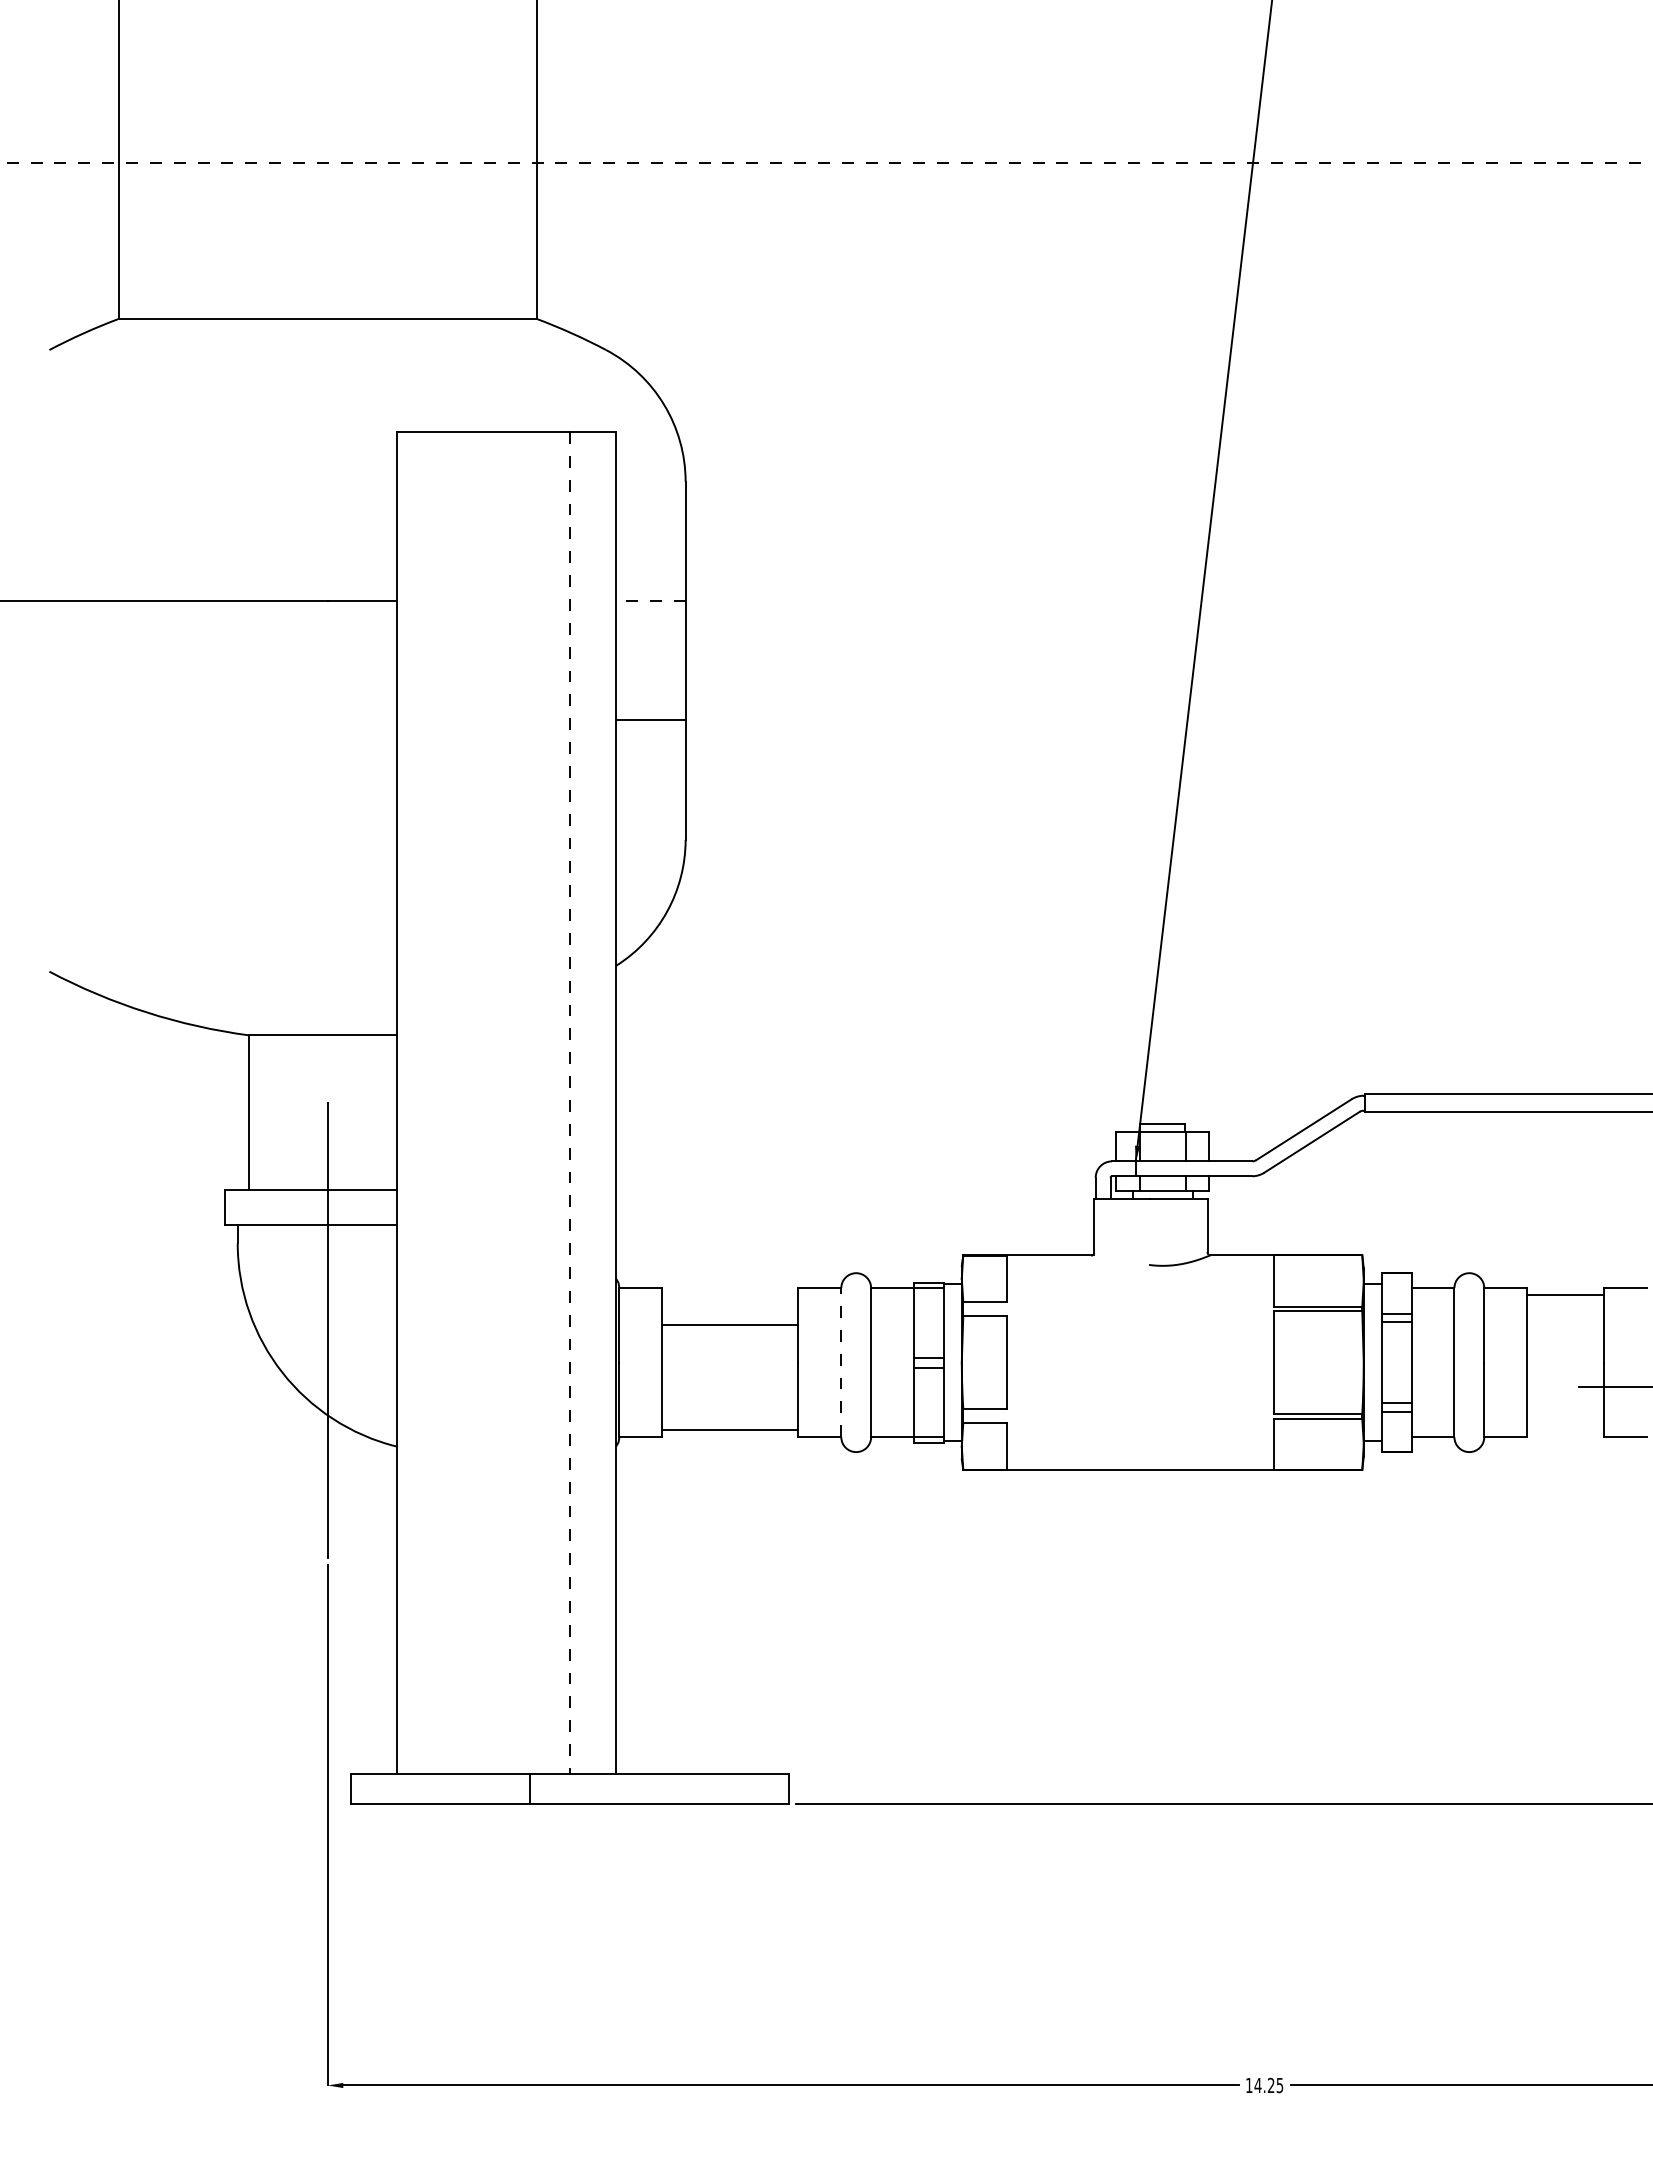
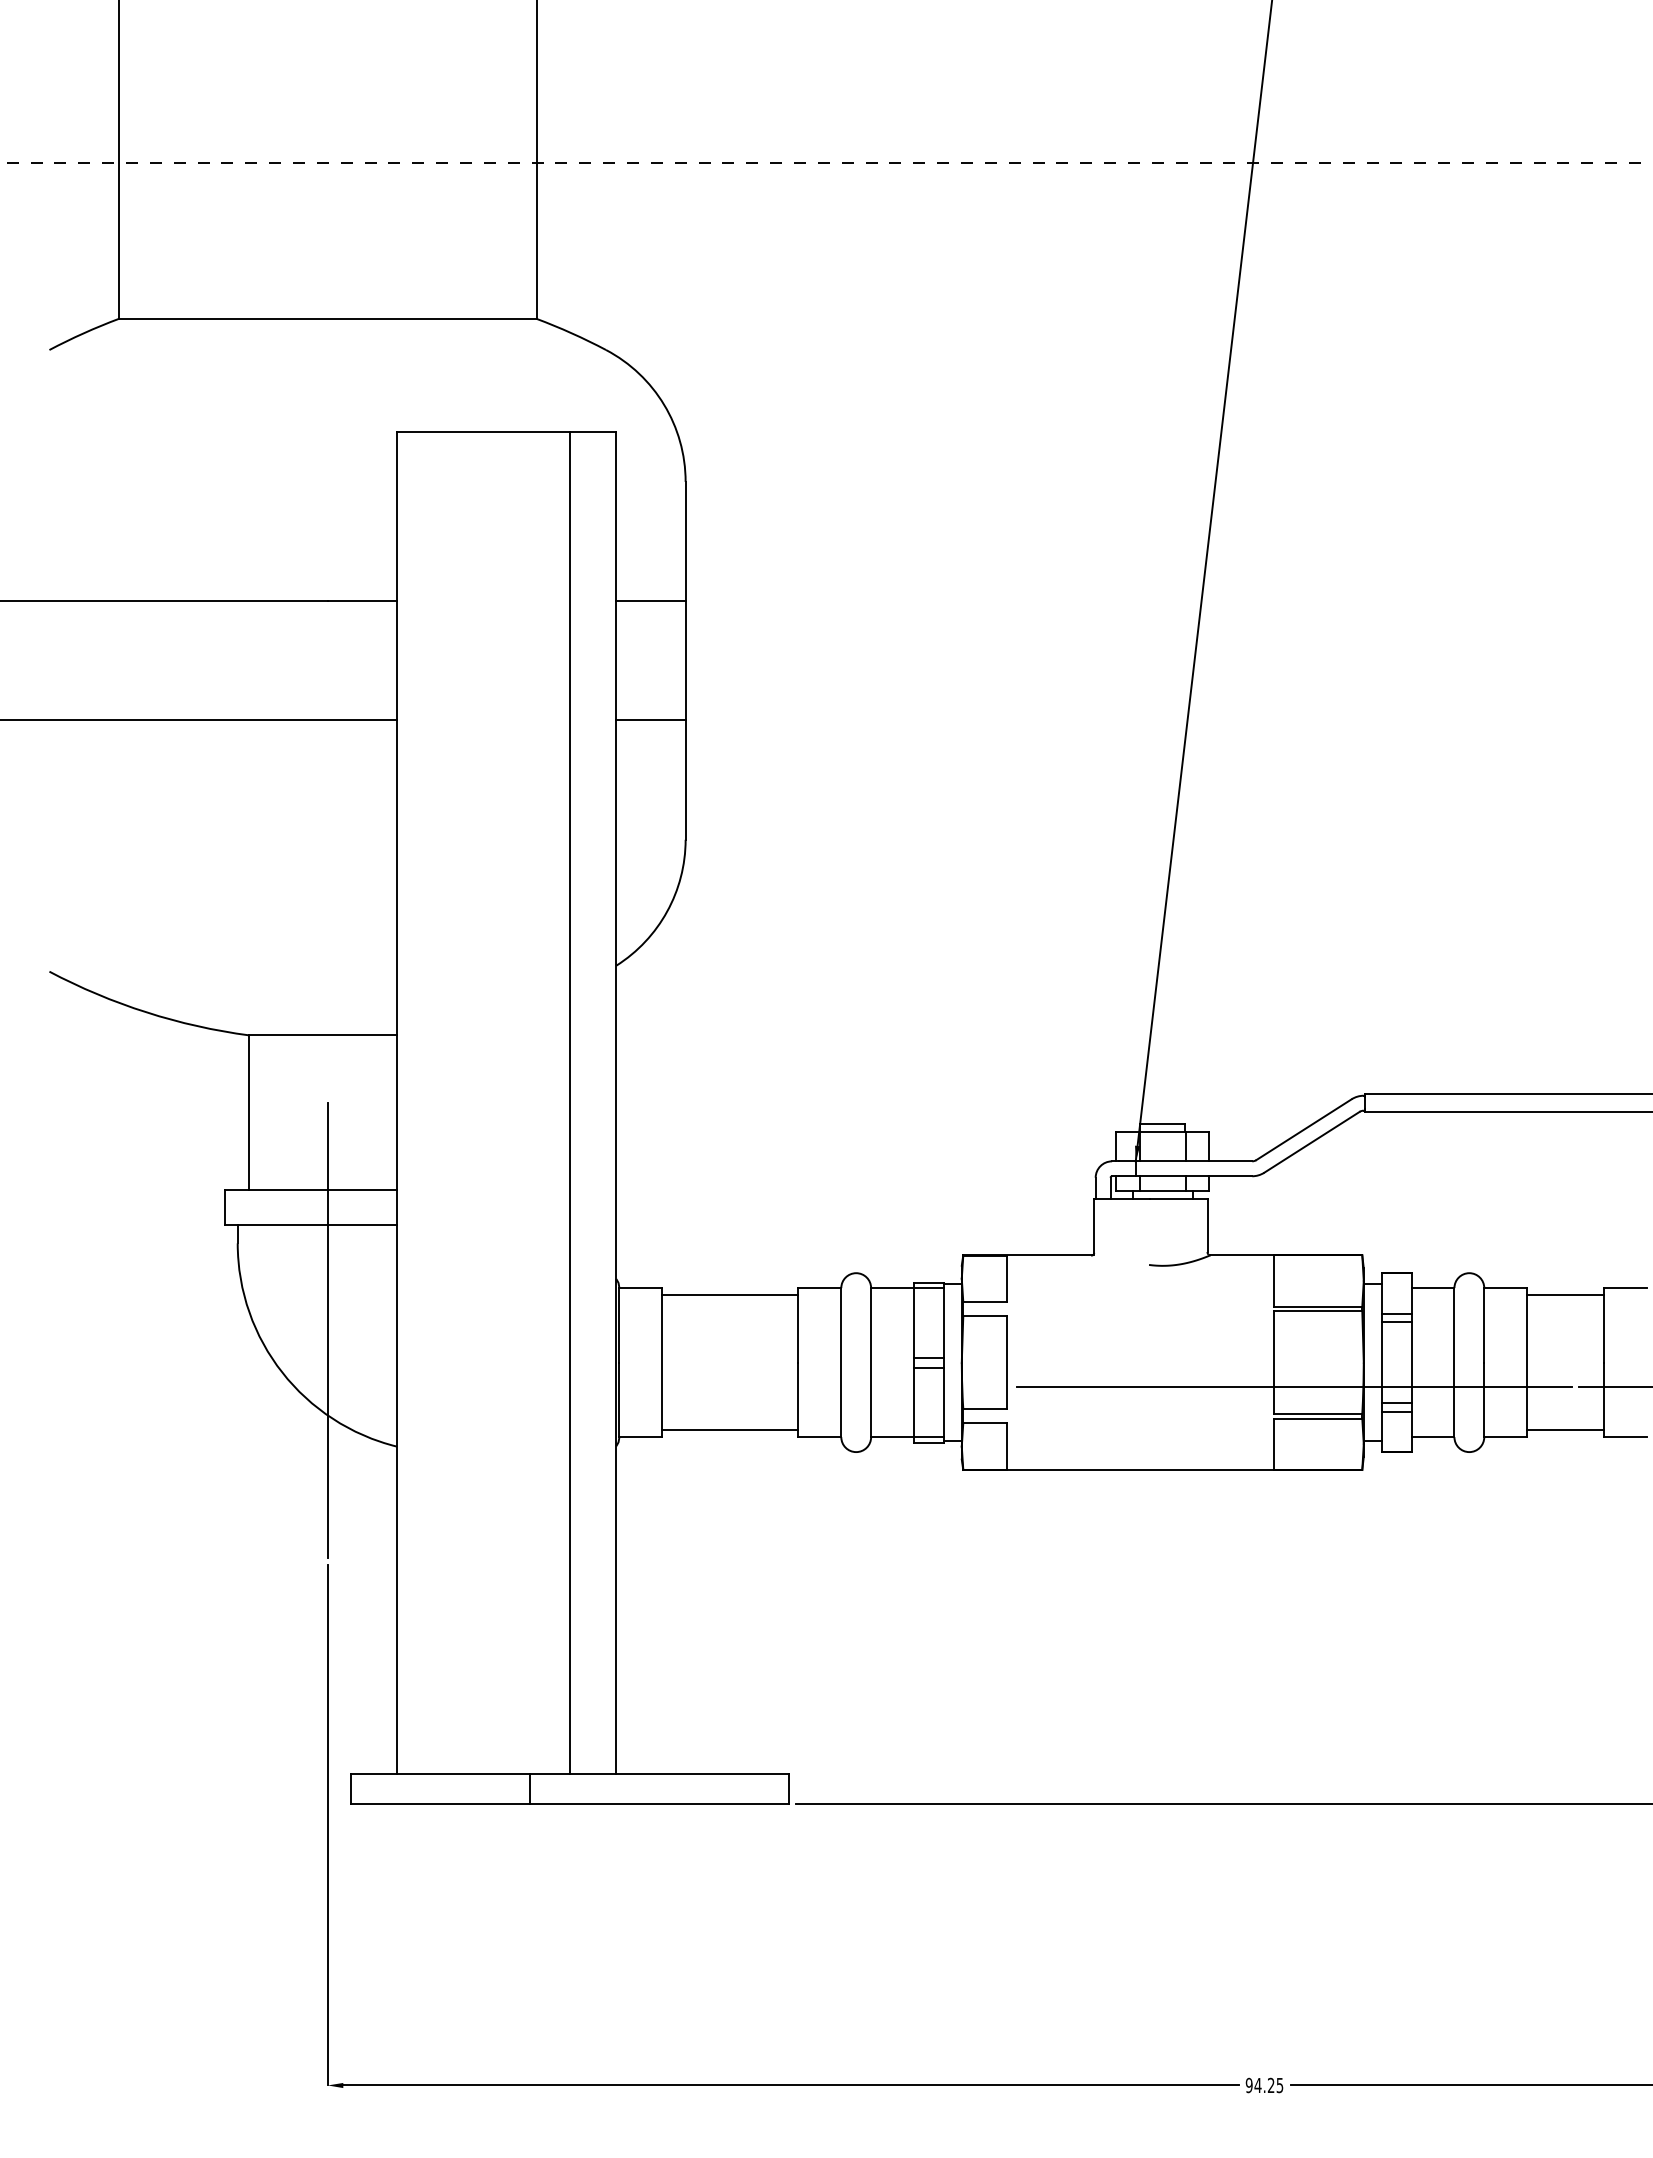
line at (651, 601): dashed -> solid
line at (199, 720): none -> present
line at (570, 1102): dashed -> solid
line at (730, 1325) position: (730, 1325) -> (730, 1295)
line at (841, 1362): dashed -> solid
line at (1293, 1387): none -> present
line at (1565, 1430): none -> present
text at (1248, 2085): 14.25 -> 94.25
